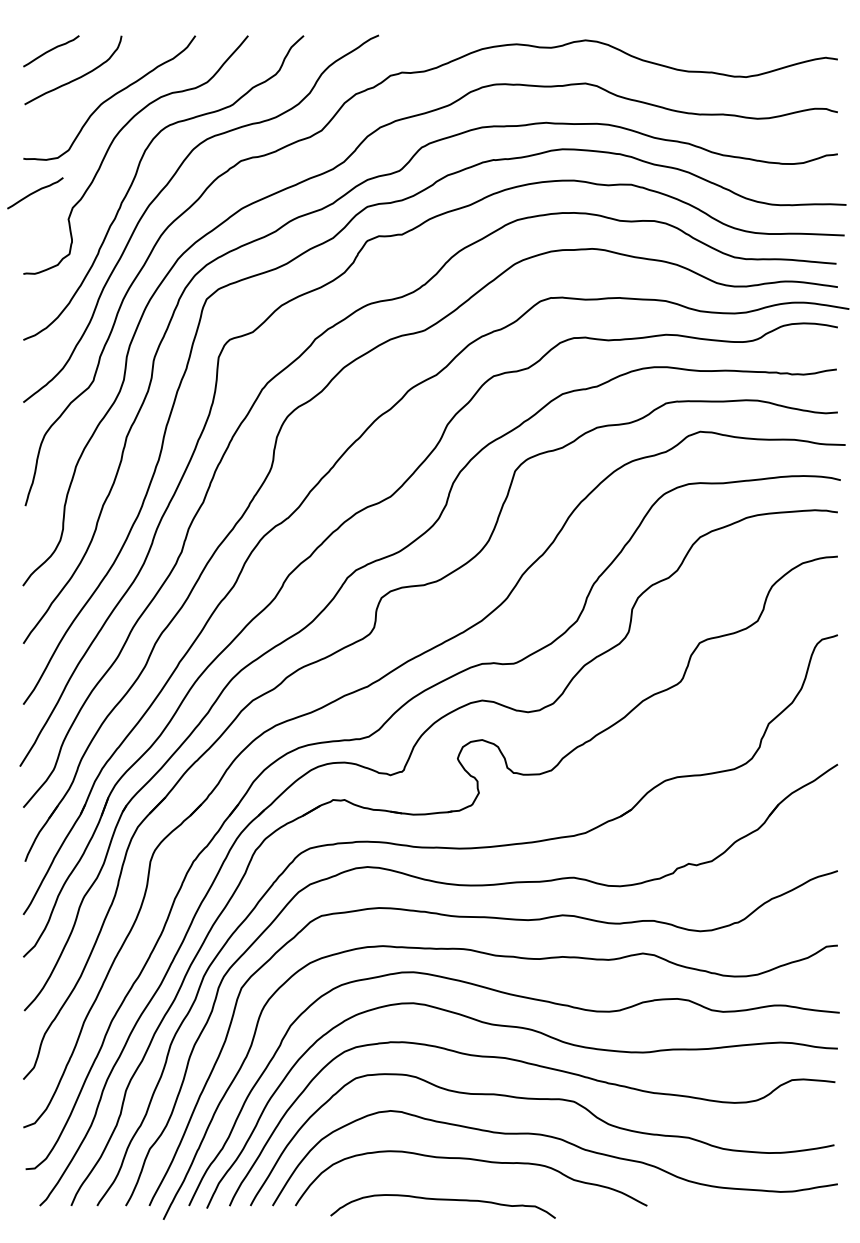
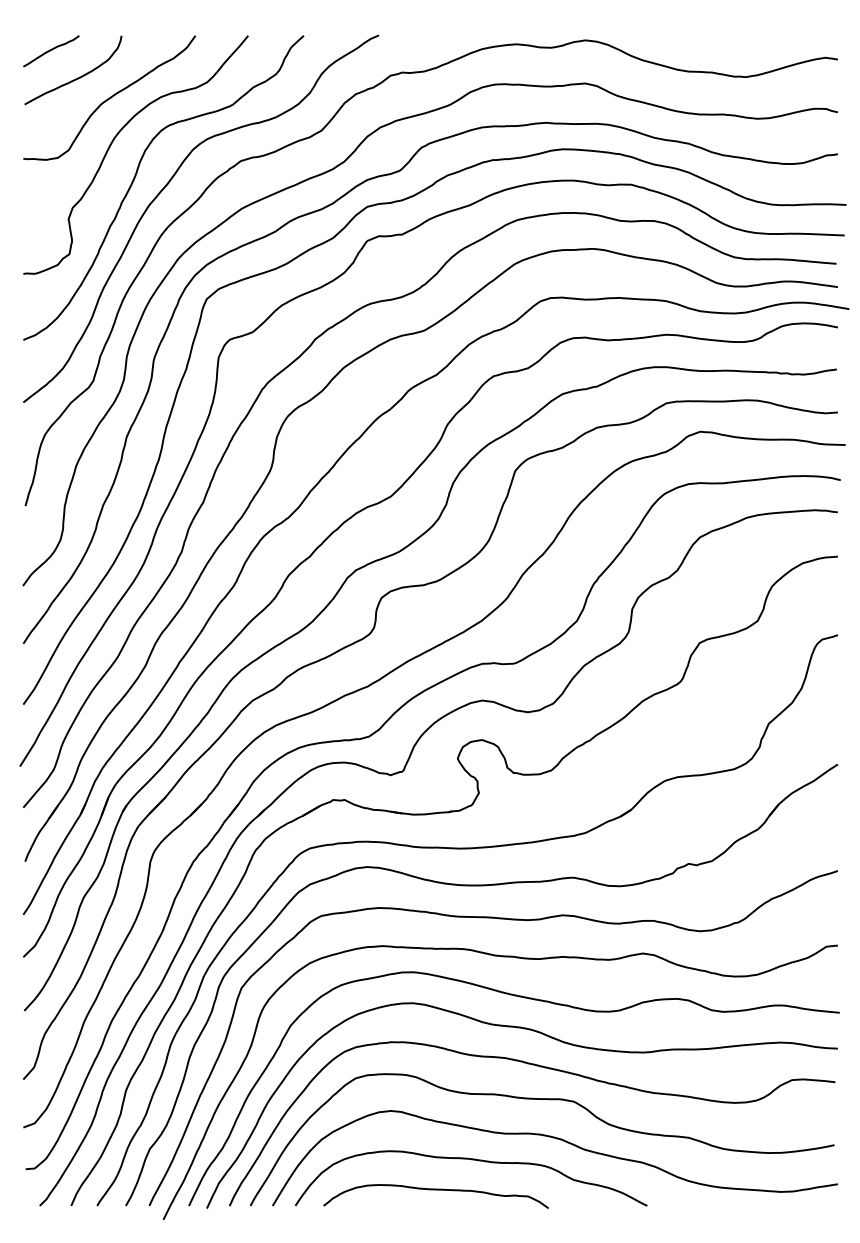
curve at (35, 192): present -> none
curve at (442, 1200) position: (442, 1200) -> (435, 1190)
